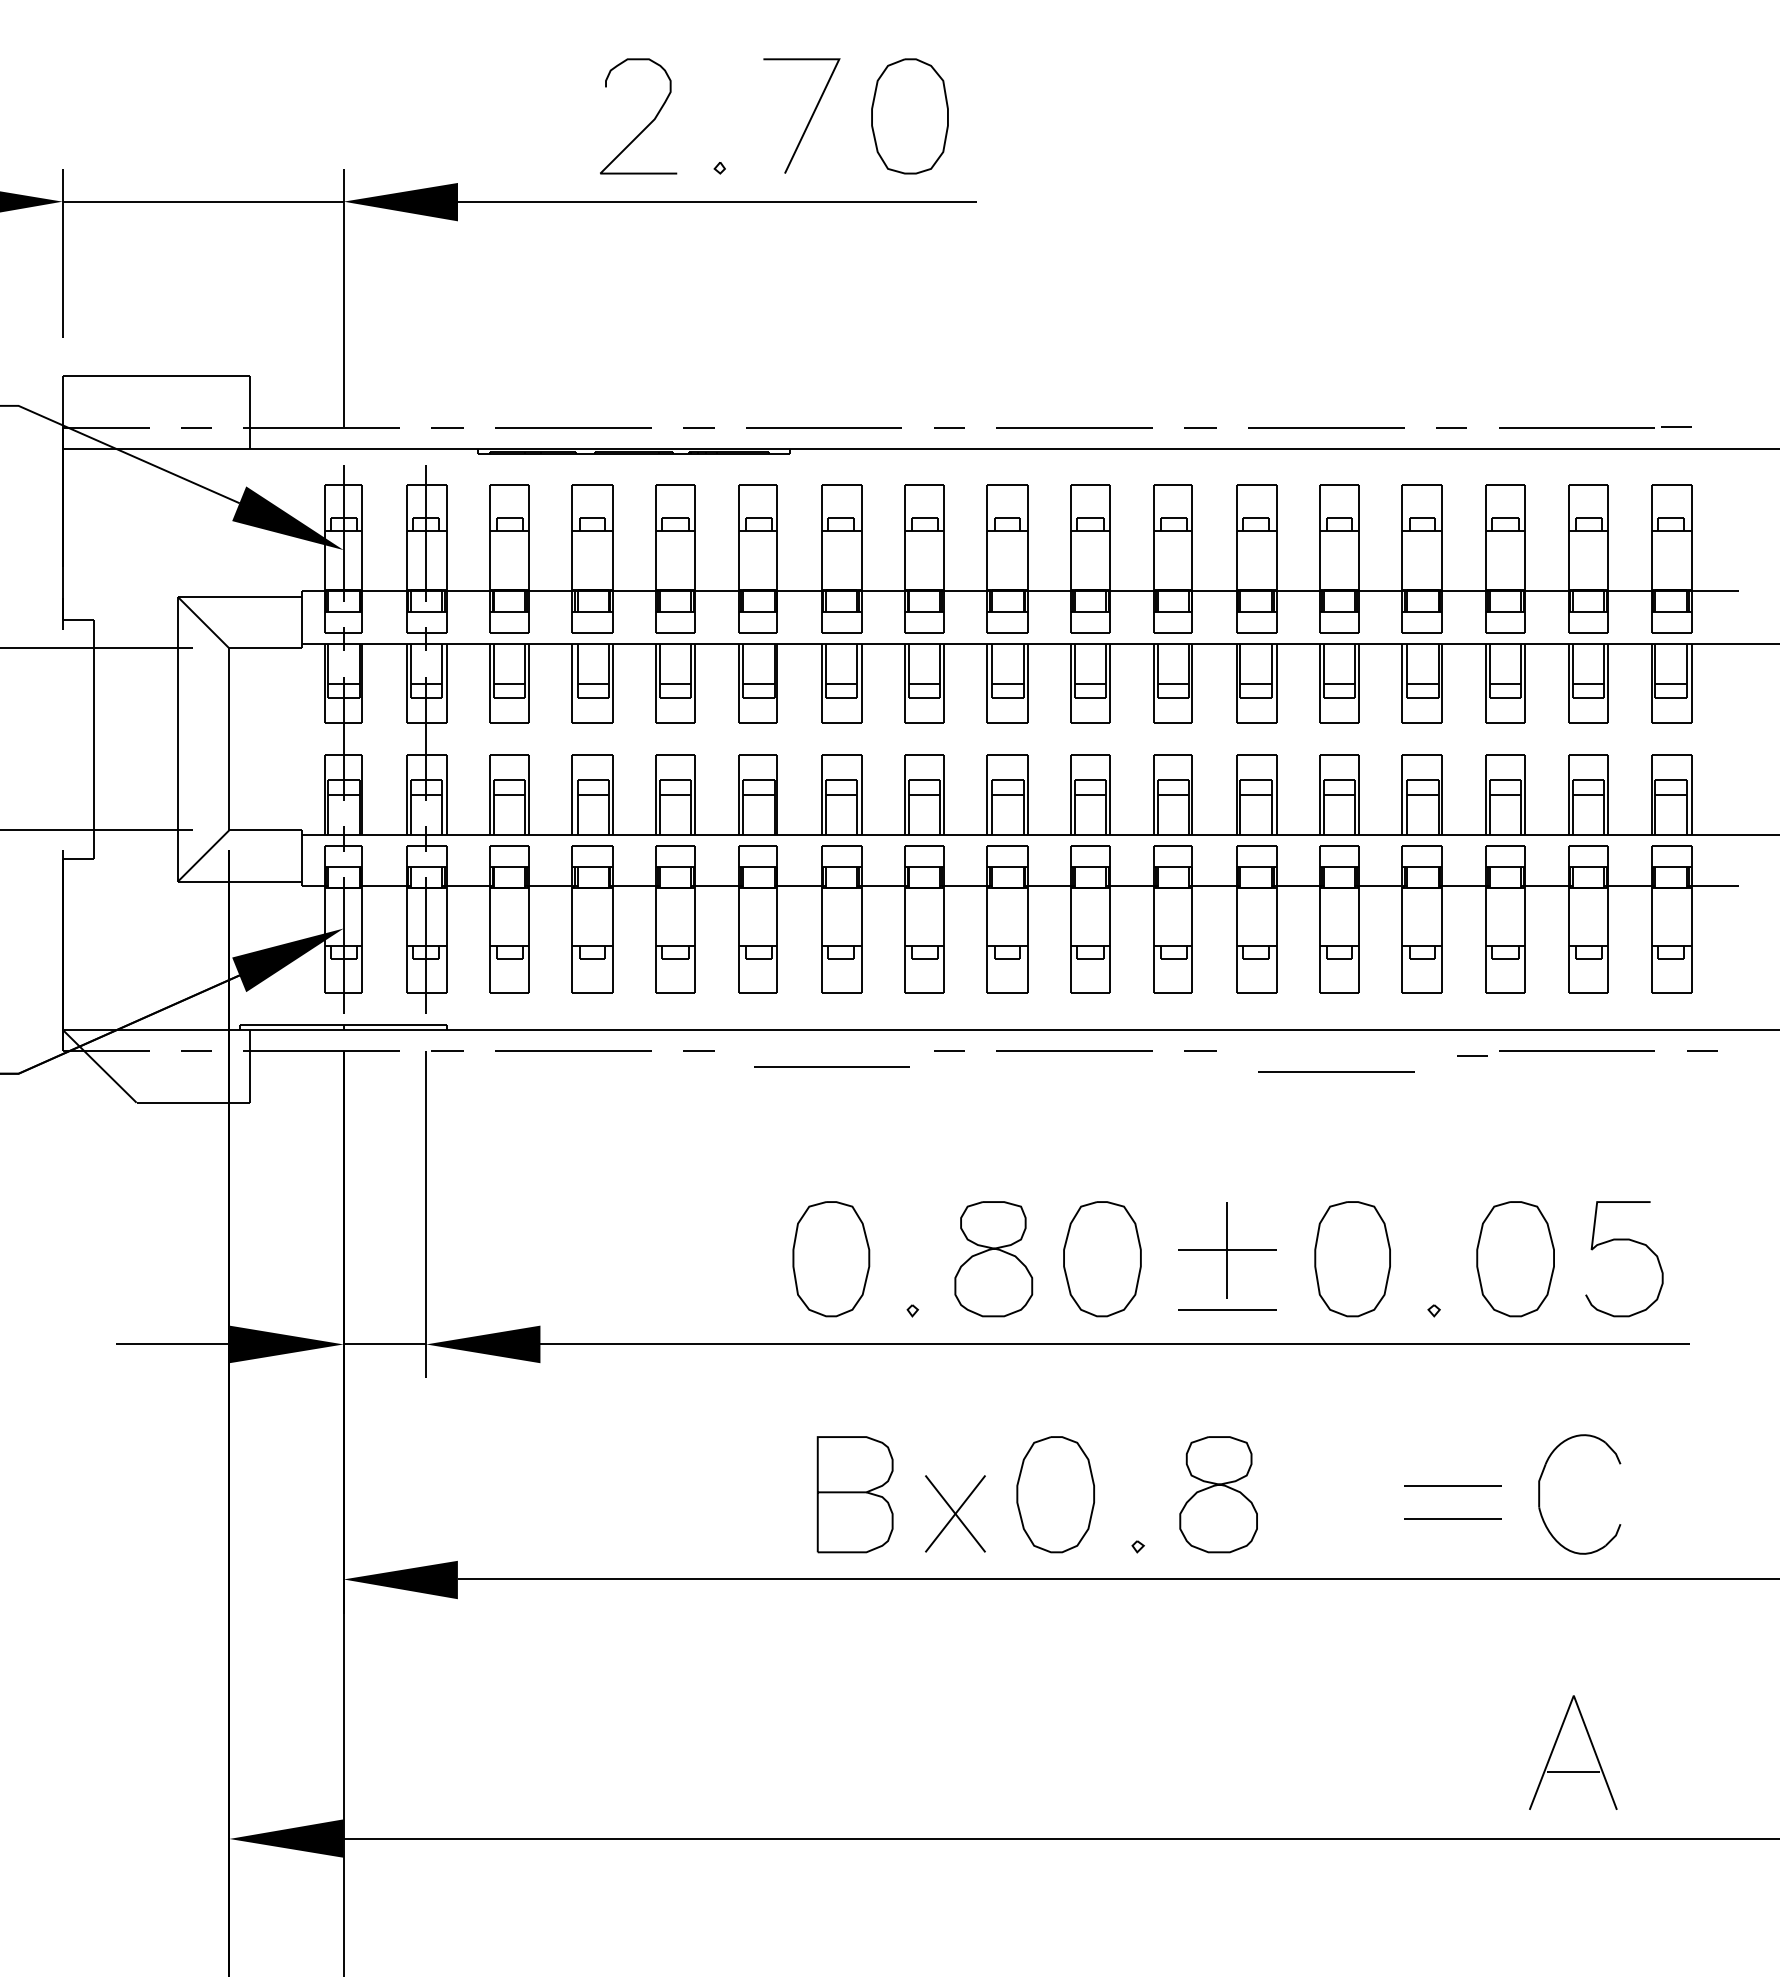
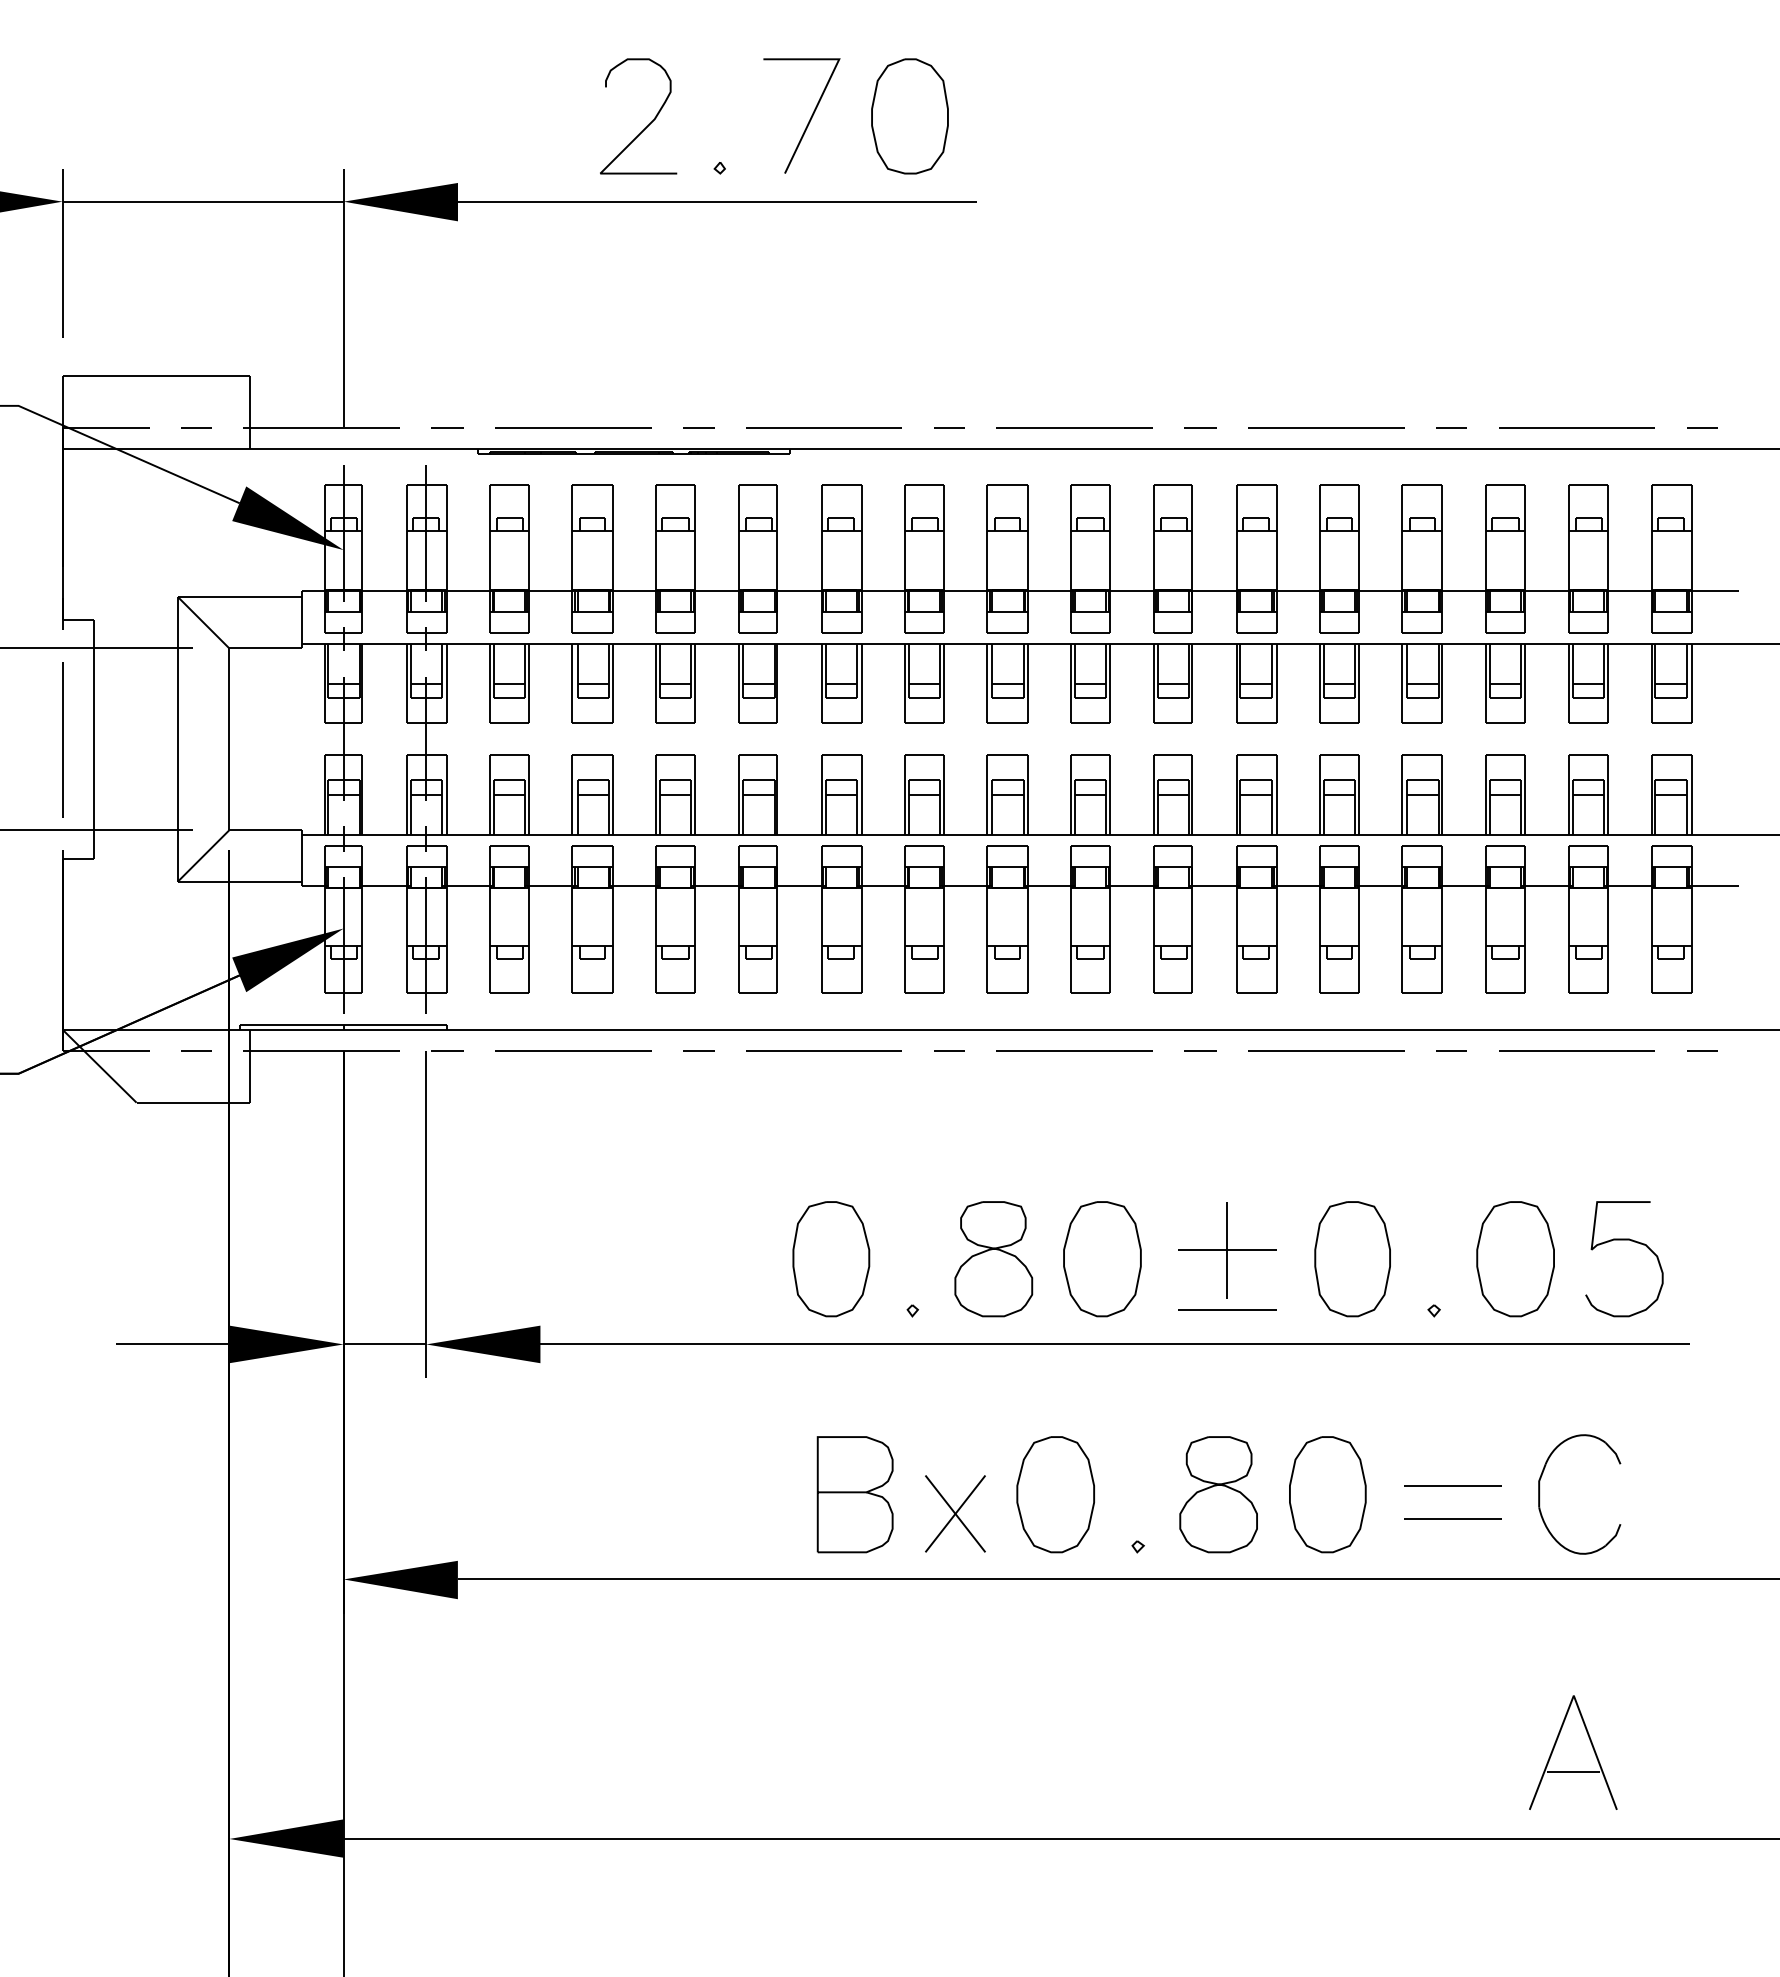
line at (1676, 426) position: (1676, 426) -> (1702, 427)
line at (62, 739): none -> present
line at (1472, 1055) position: (1472, 1055) -> (1451, 1050)
line at (831, 1066) position: (831, 1066) -> (823, 1050)
line at (1336, 1071) position: (1336, 1071) -> (1326, 1050)
part at (1327, 1494): none -> present
